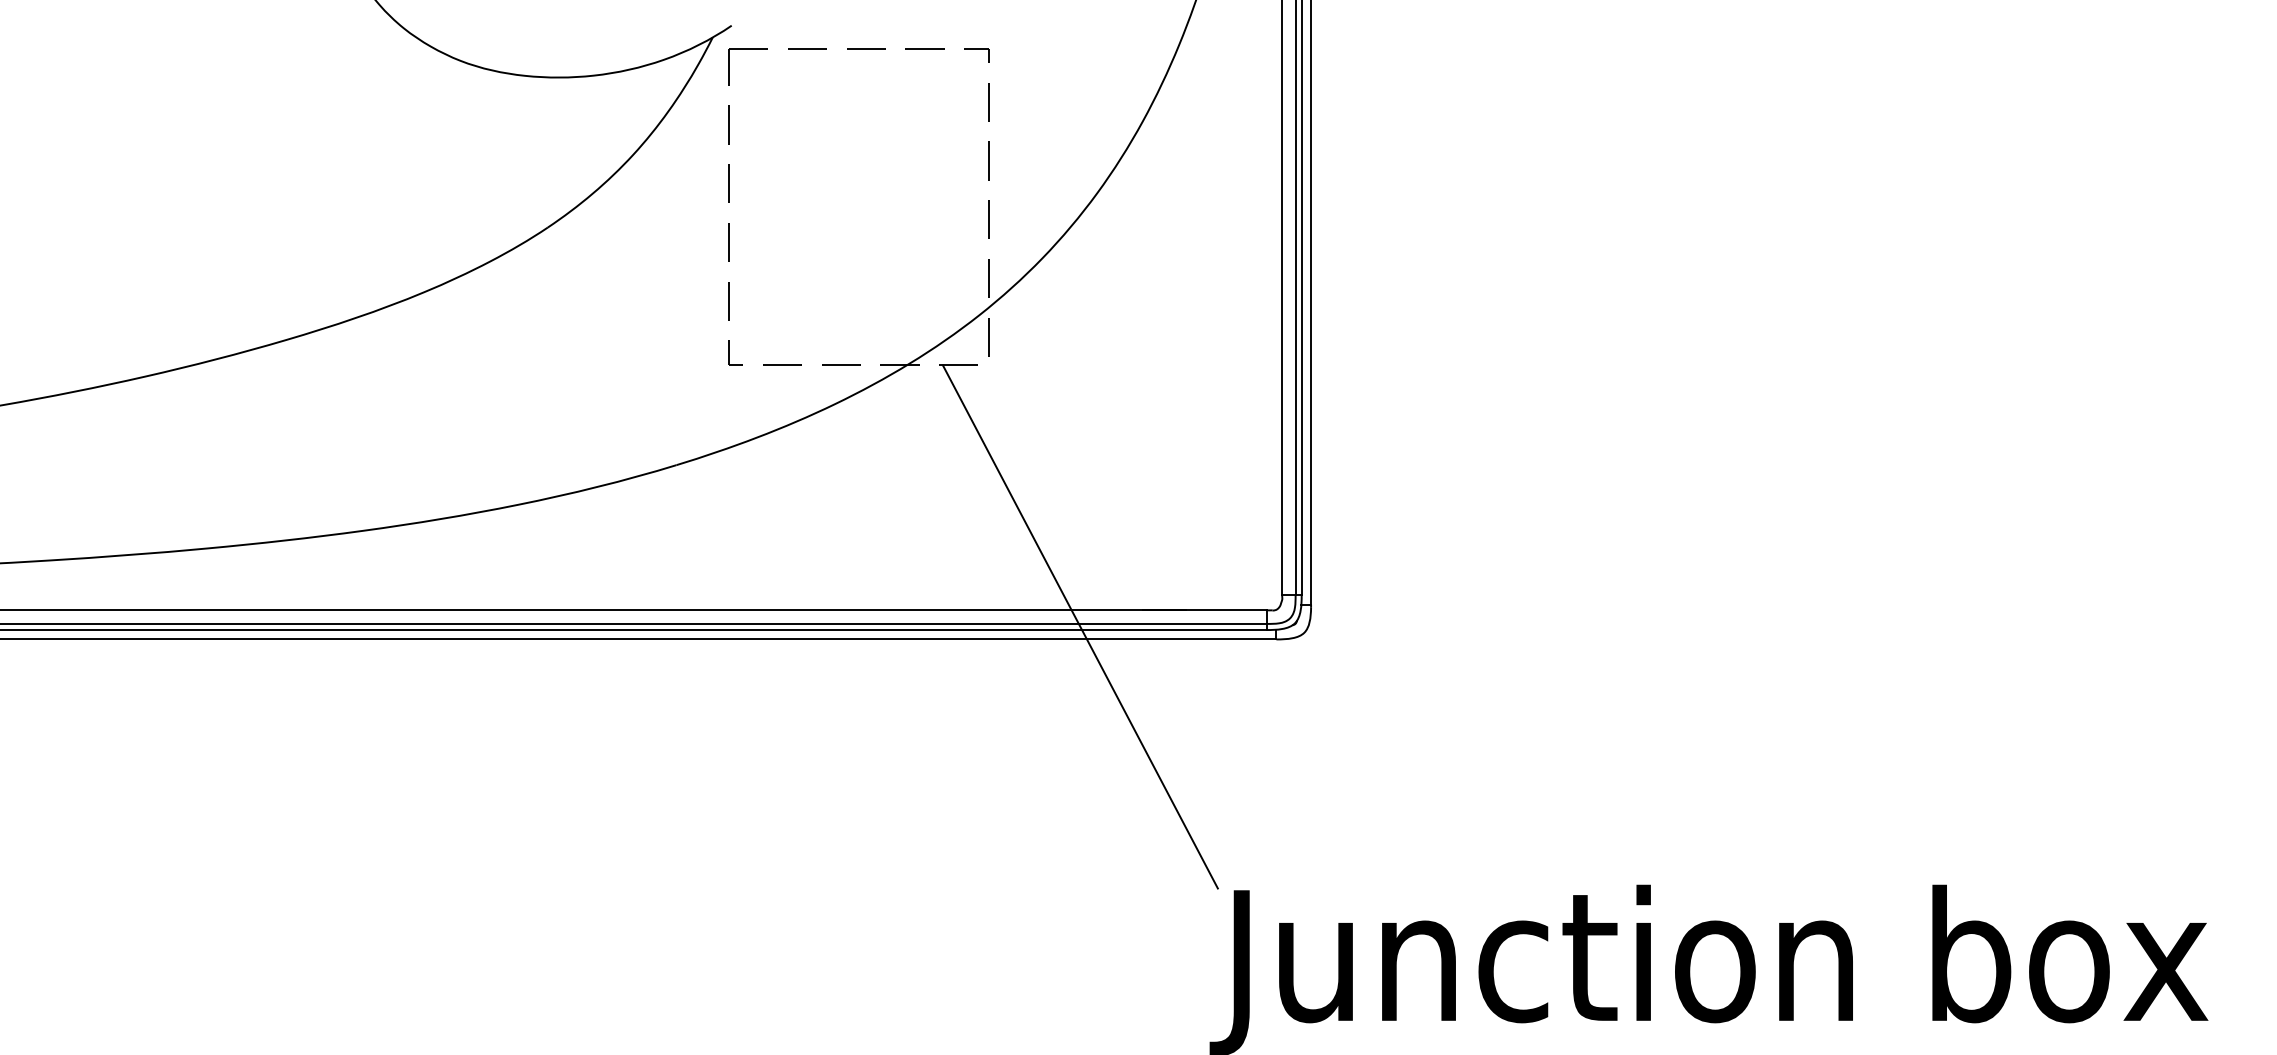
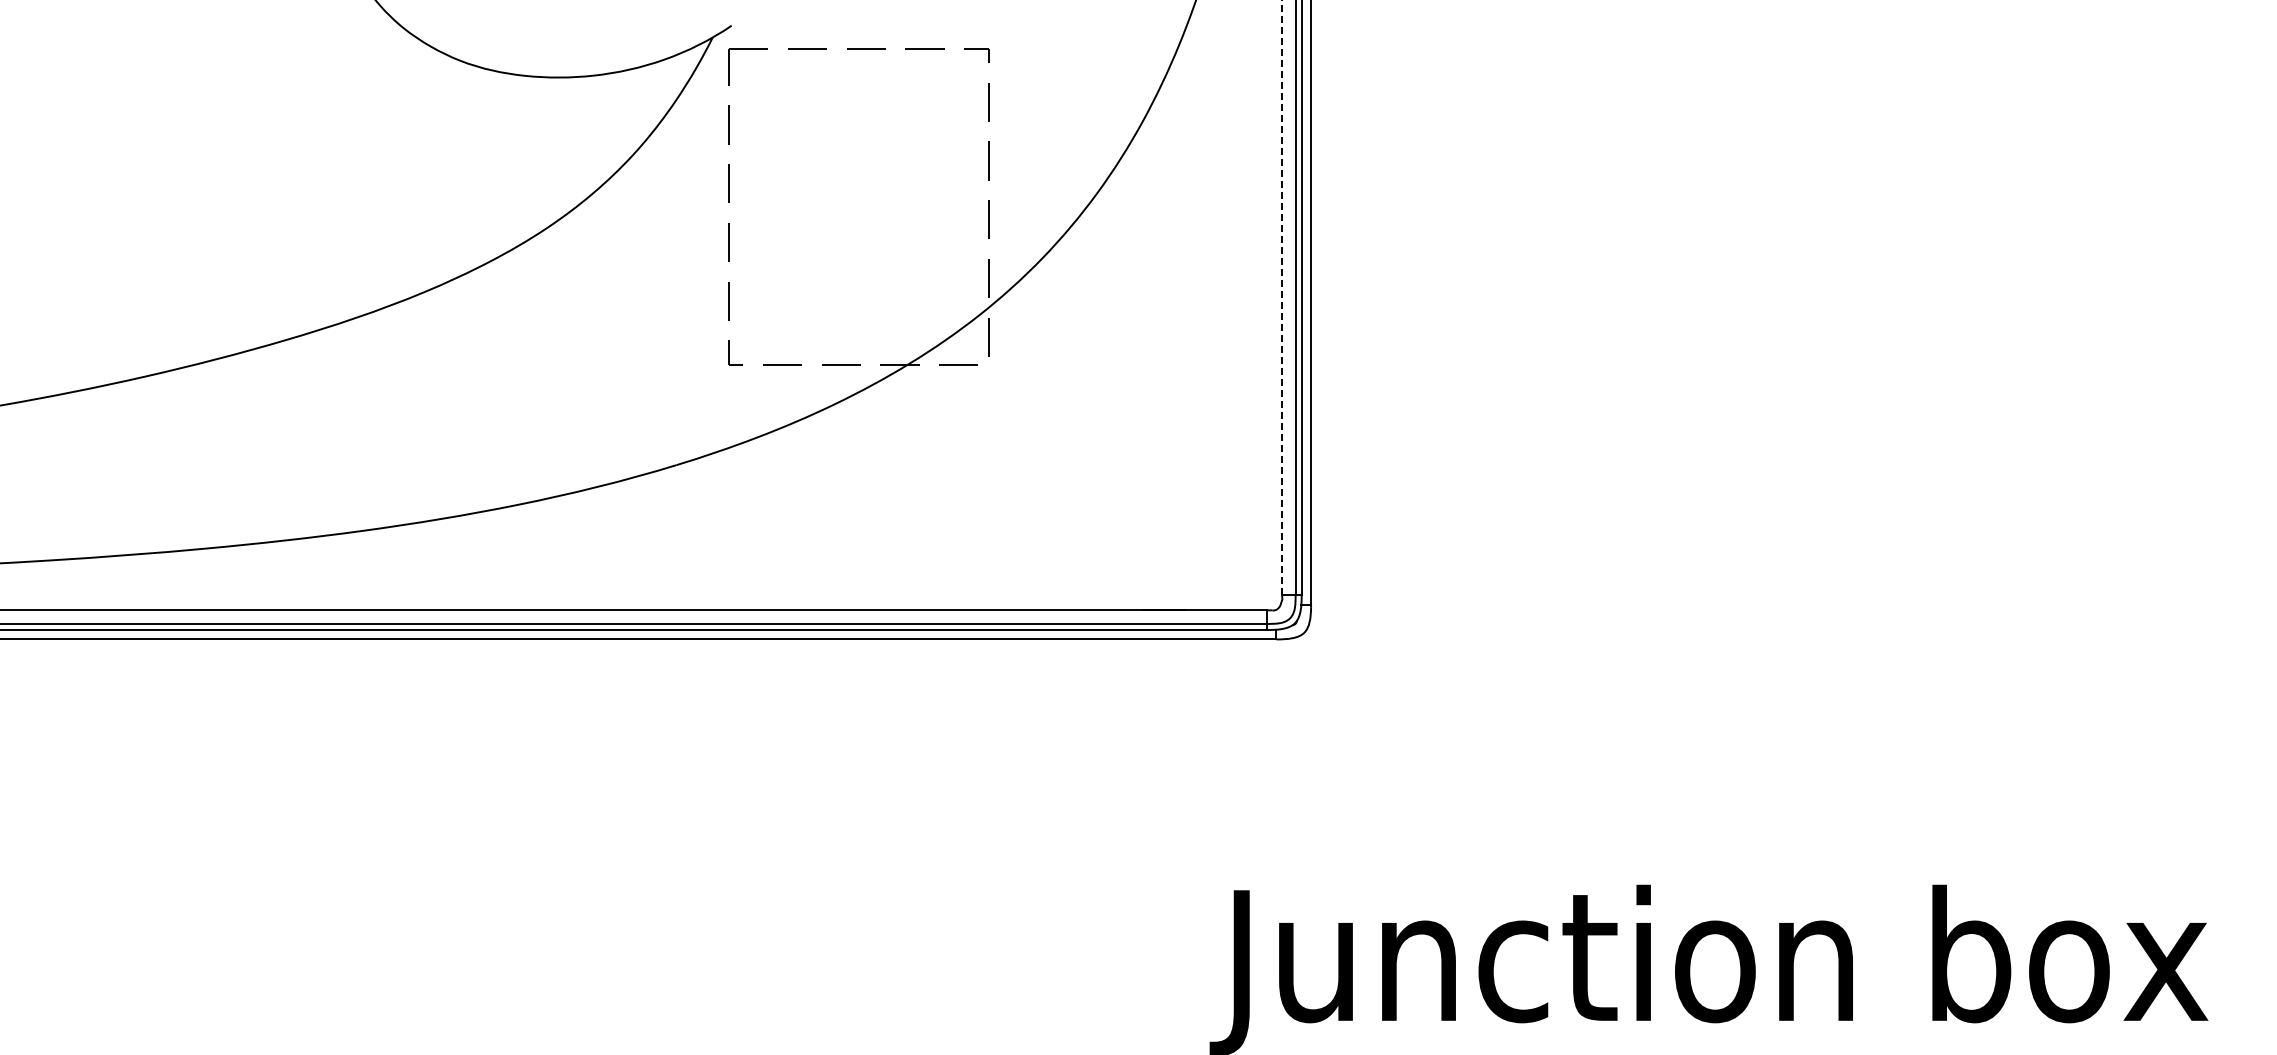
line at (1282, 297): solid -> dashed
line at (1079, 626): present -> none
